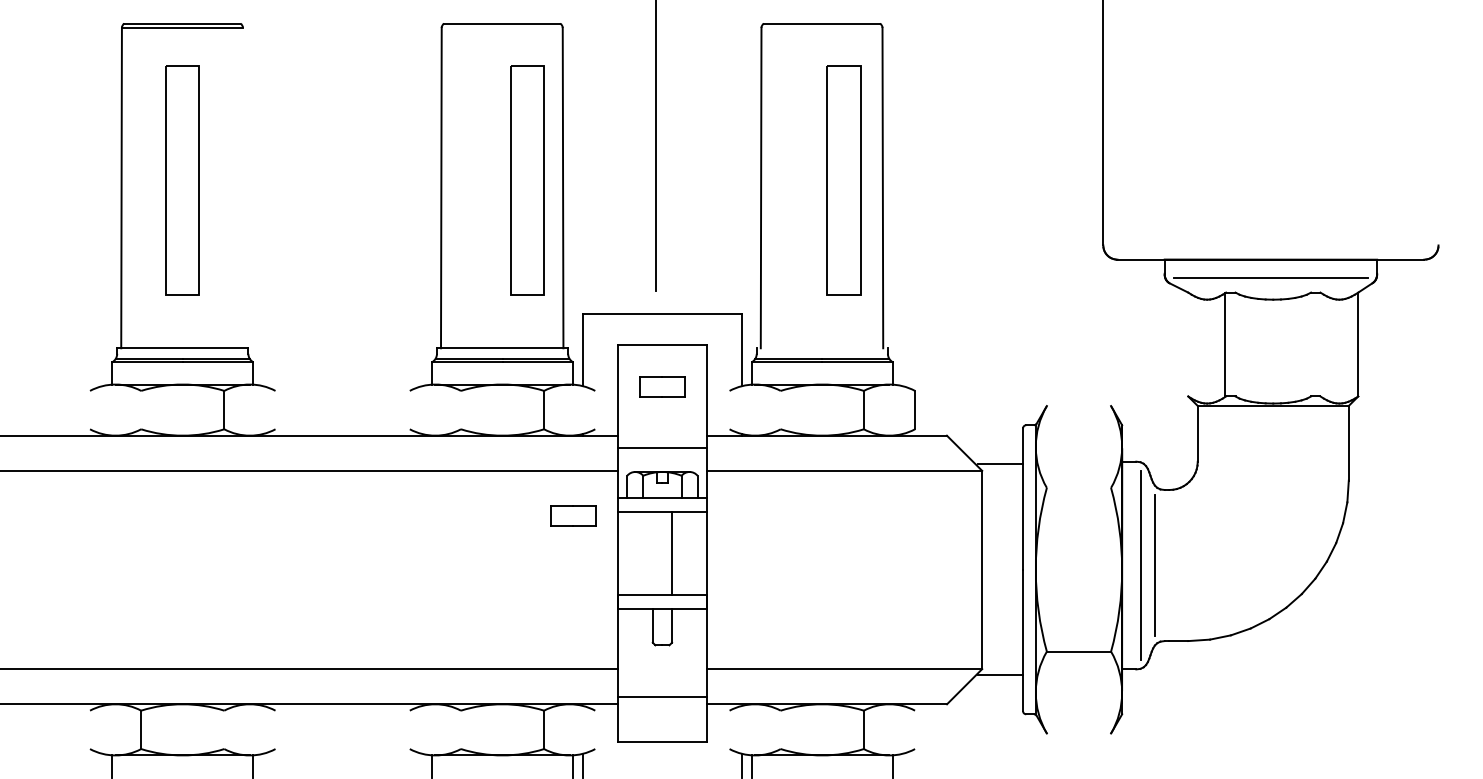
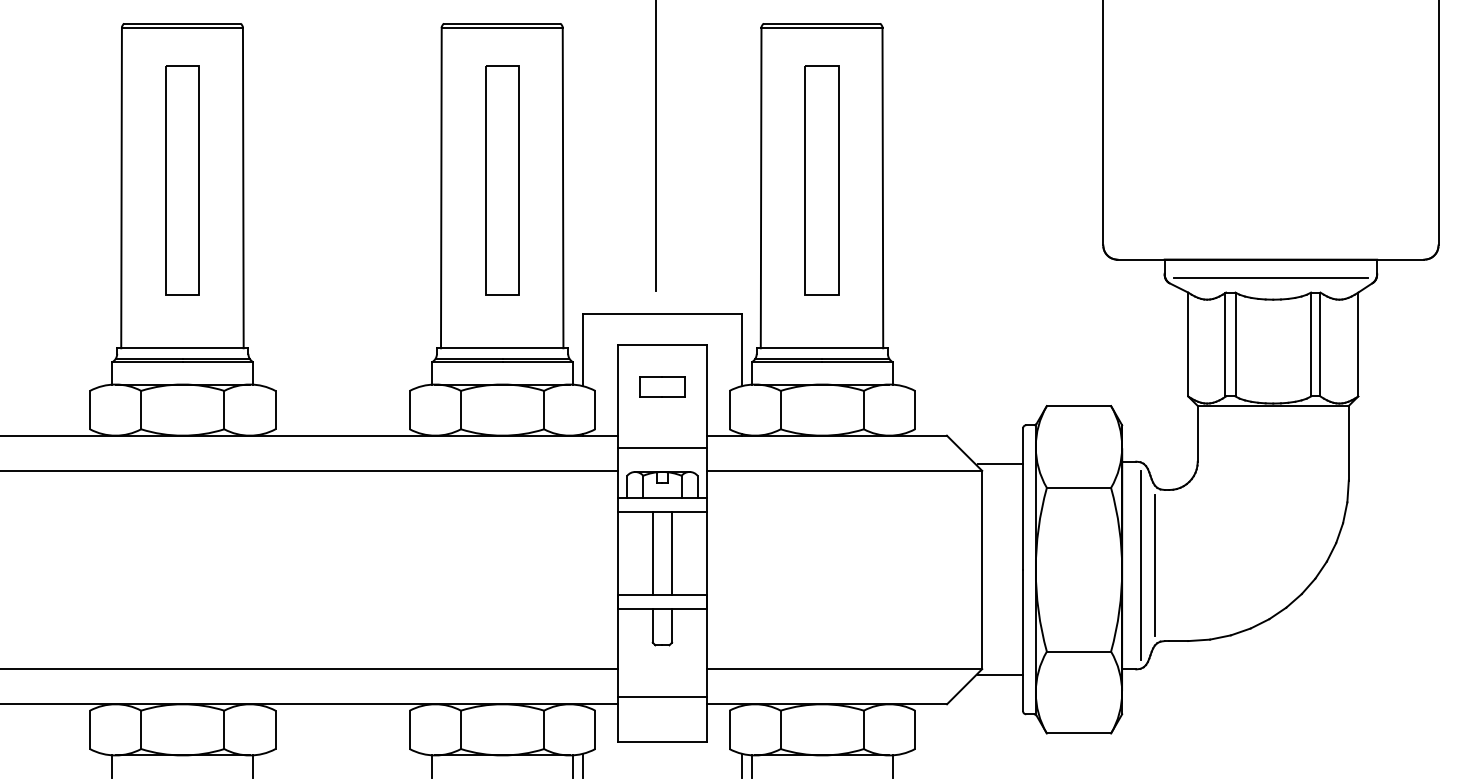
line at (501, 27): none -> present
line at (821, 27): none -> present
line at (1438, 123): none -> present
part at (527, 180) position: (527, 180) -> (502, 180)
part at (843, 180) position: (843, 180) -> (821, 180)
line at (242, 187): none -> present
line at (1188, 344): none -> present
line at (1235, 344): none -> present
line at (1311, 344): none -> present
line at (1320, 344): none -> present
line at (821, 348): none -> present
line at (1078, 406): none -> present
line at (90, 409): none -> present
line at (141, 409): none -> present
line at (275, 409): none -> present
line at (409, 409): none -> present
line at (460, 409): none -> present
line at (595, 409): none -> present
line at (729, 409): none -> present
line at (780, 409): none -> present
line at (1078, 487): none -> present
part at (573, 515): present -> none
line at (652, 552): none -> present
line at (90, 729): none -> present
line at (224, 729): none -> present
line at (275, 729): none -> present
line at (409, 729): none -> present
line at (460, 729): none -> present
line at (595, 729): none -> present
line at (729, 729): none -> present
line at (780, 729): none -> present
line at (915, 729): none -> present
line at (1078, 733): none -> present
